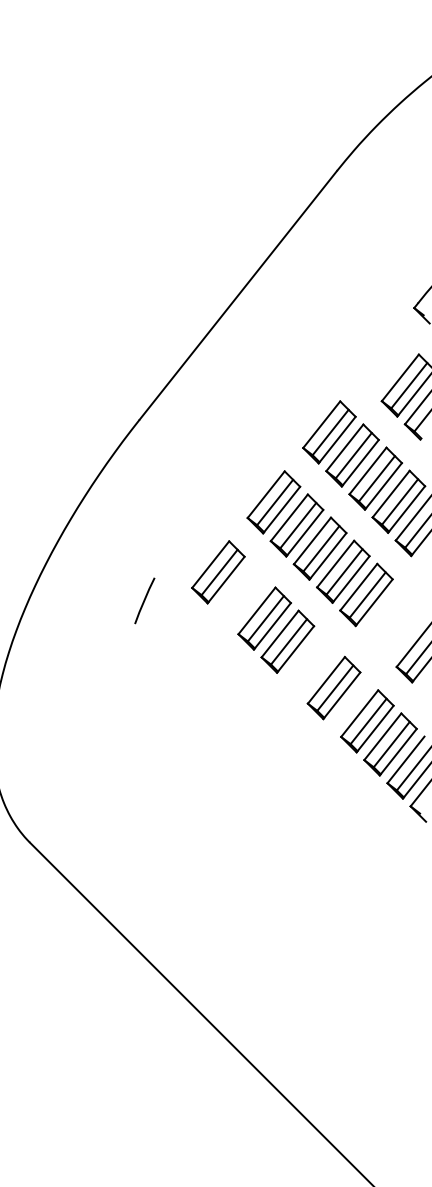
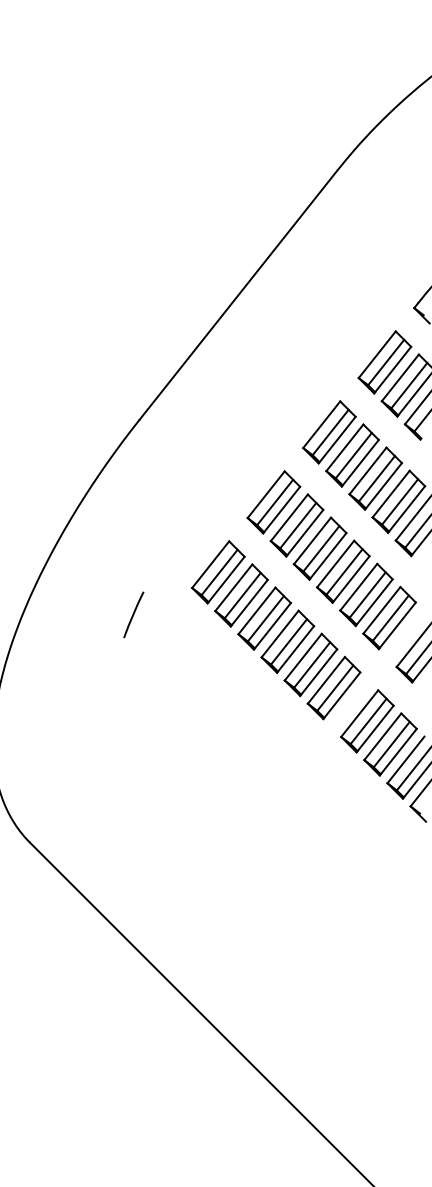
part at (384, 362): none -> present
part at (241, 595): none -> present
line at (144, 600) position: (144, 600) -> (133, 614)
part at (389, 617): none -> present
part at (310, 664): none -> present
